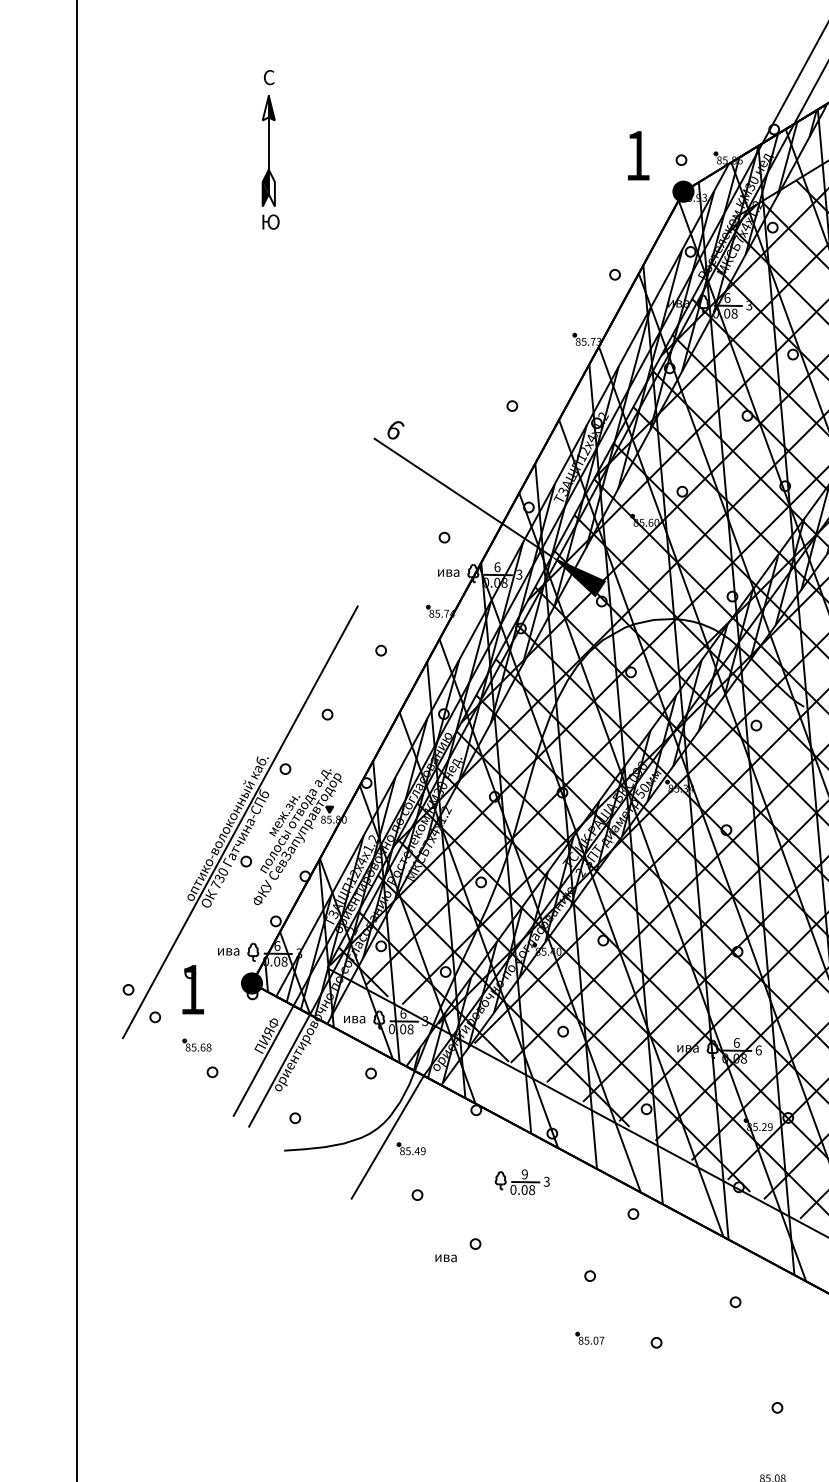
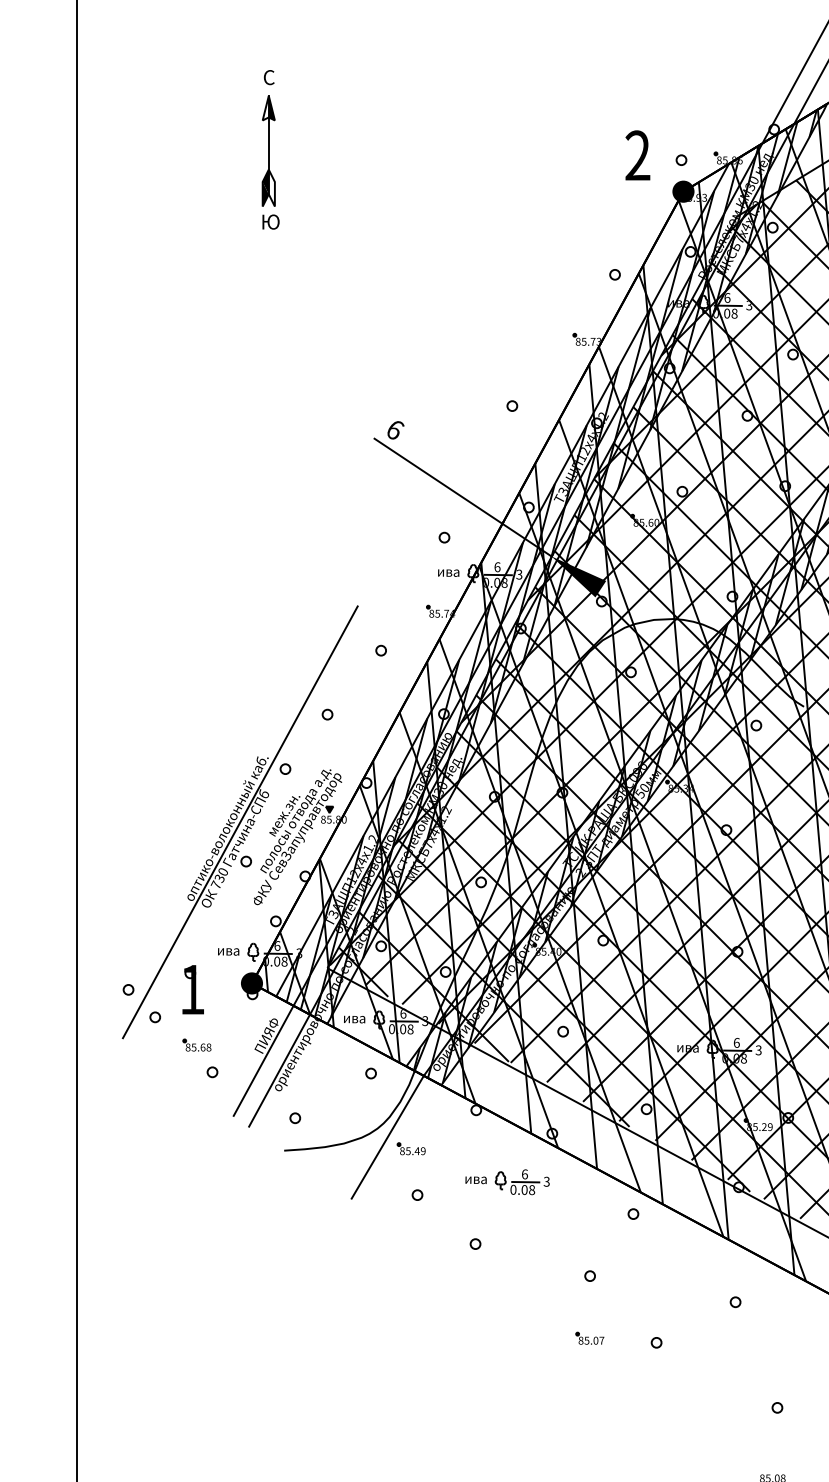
text at (637, 155): 1 -> 2
text at (758, 1050): 6 -> 3
text at (524, 1174): 9 -> 6
text at (445, 1258) position: (445, 1258) -> (475, 1180)
